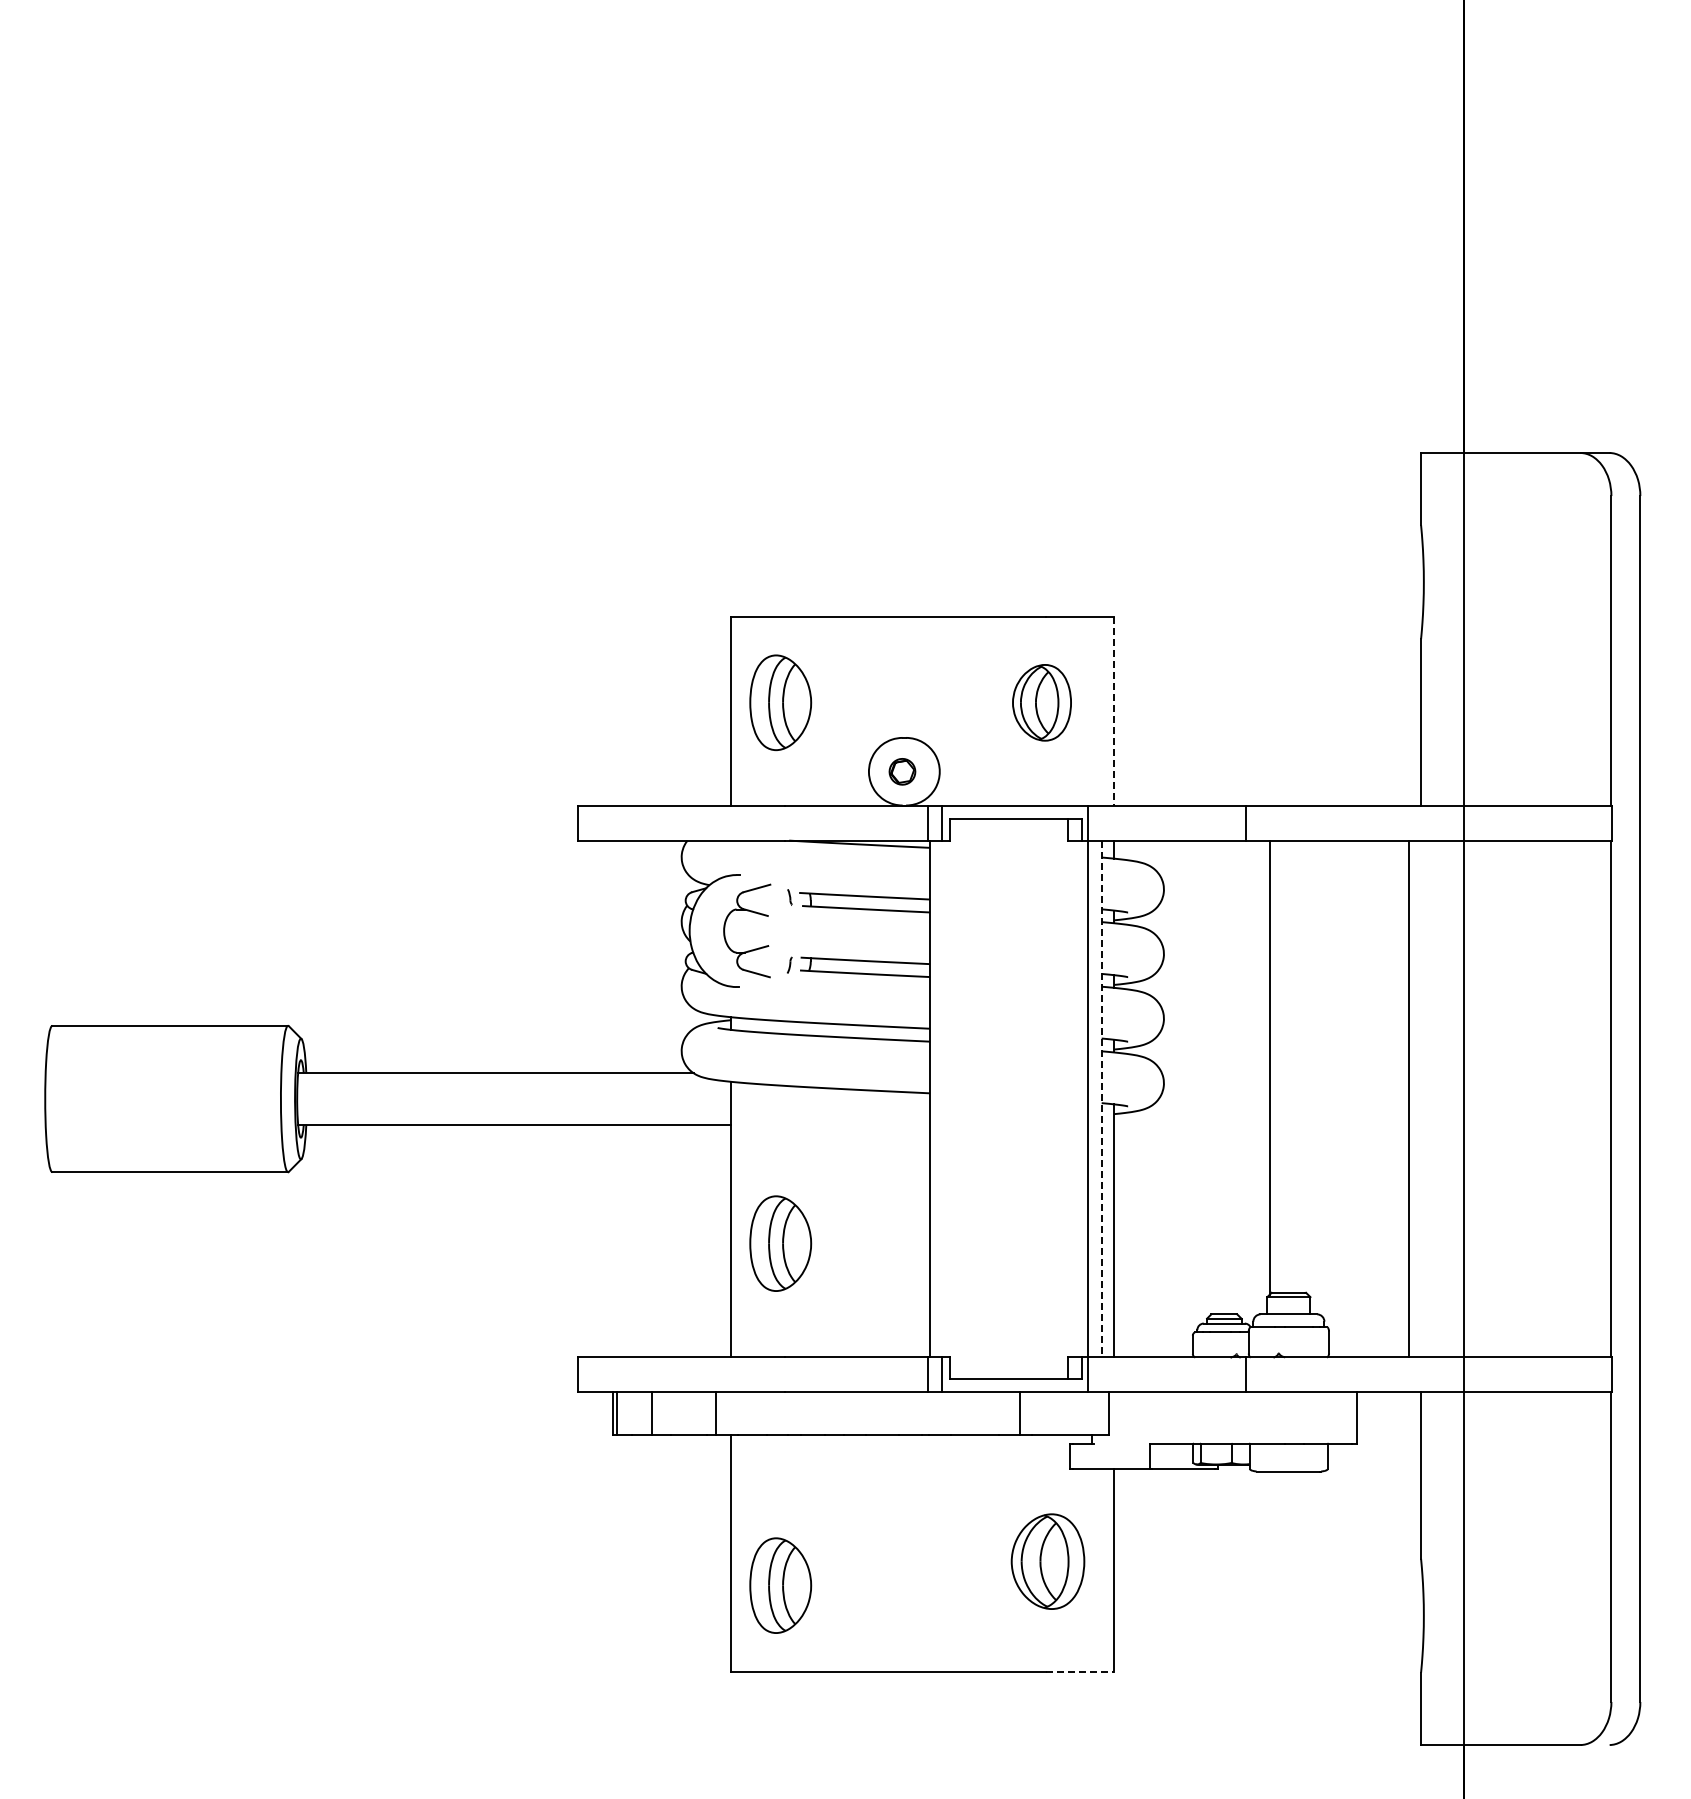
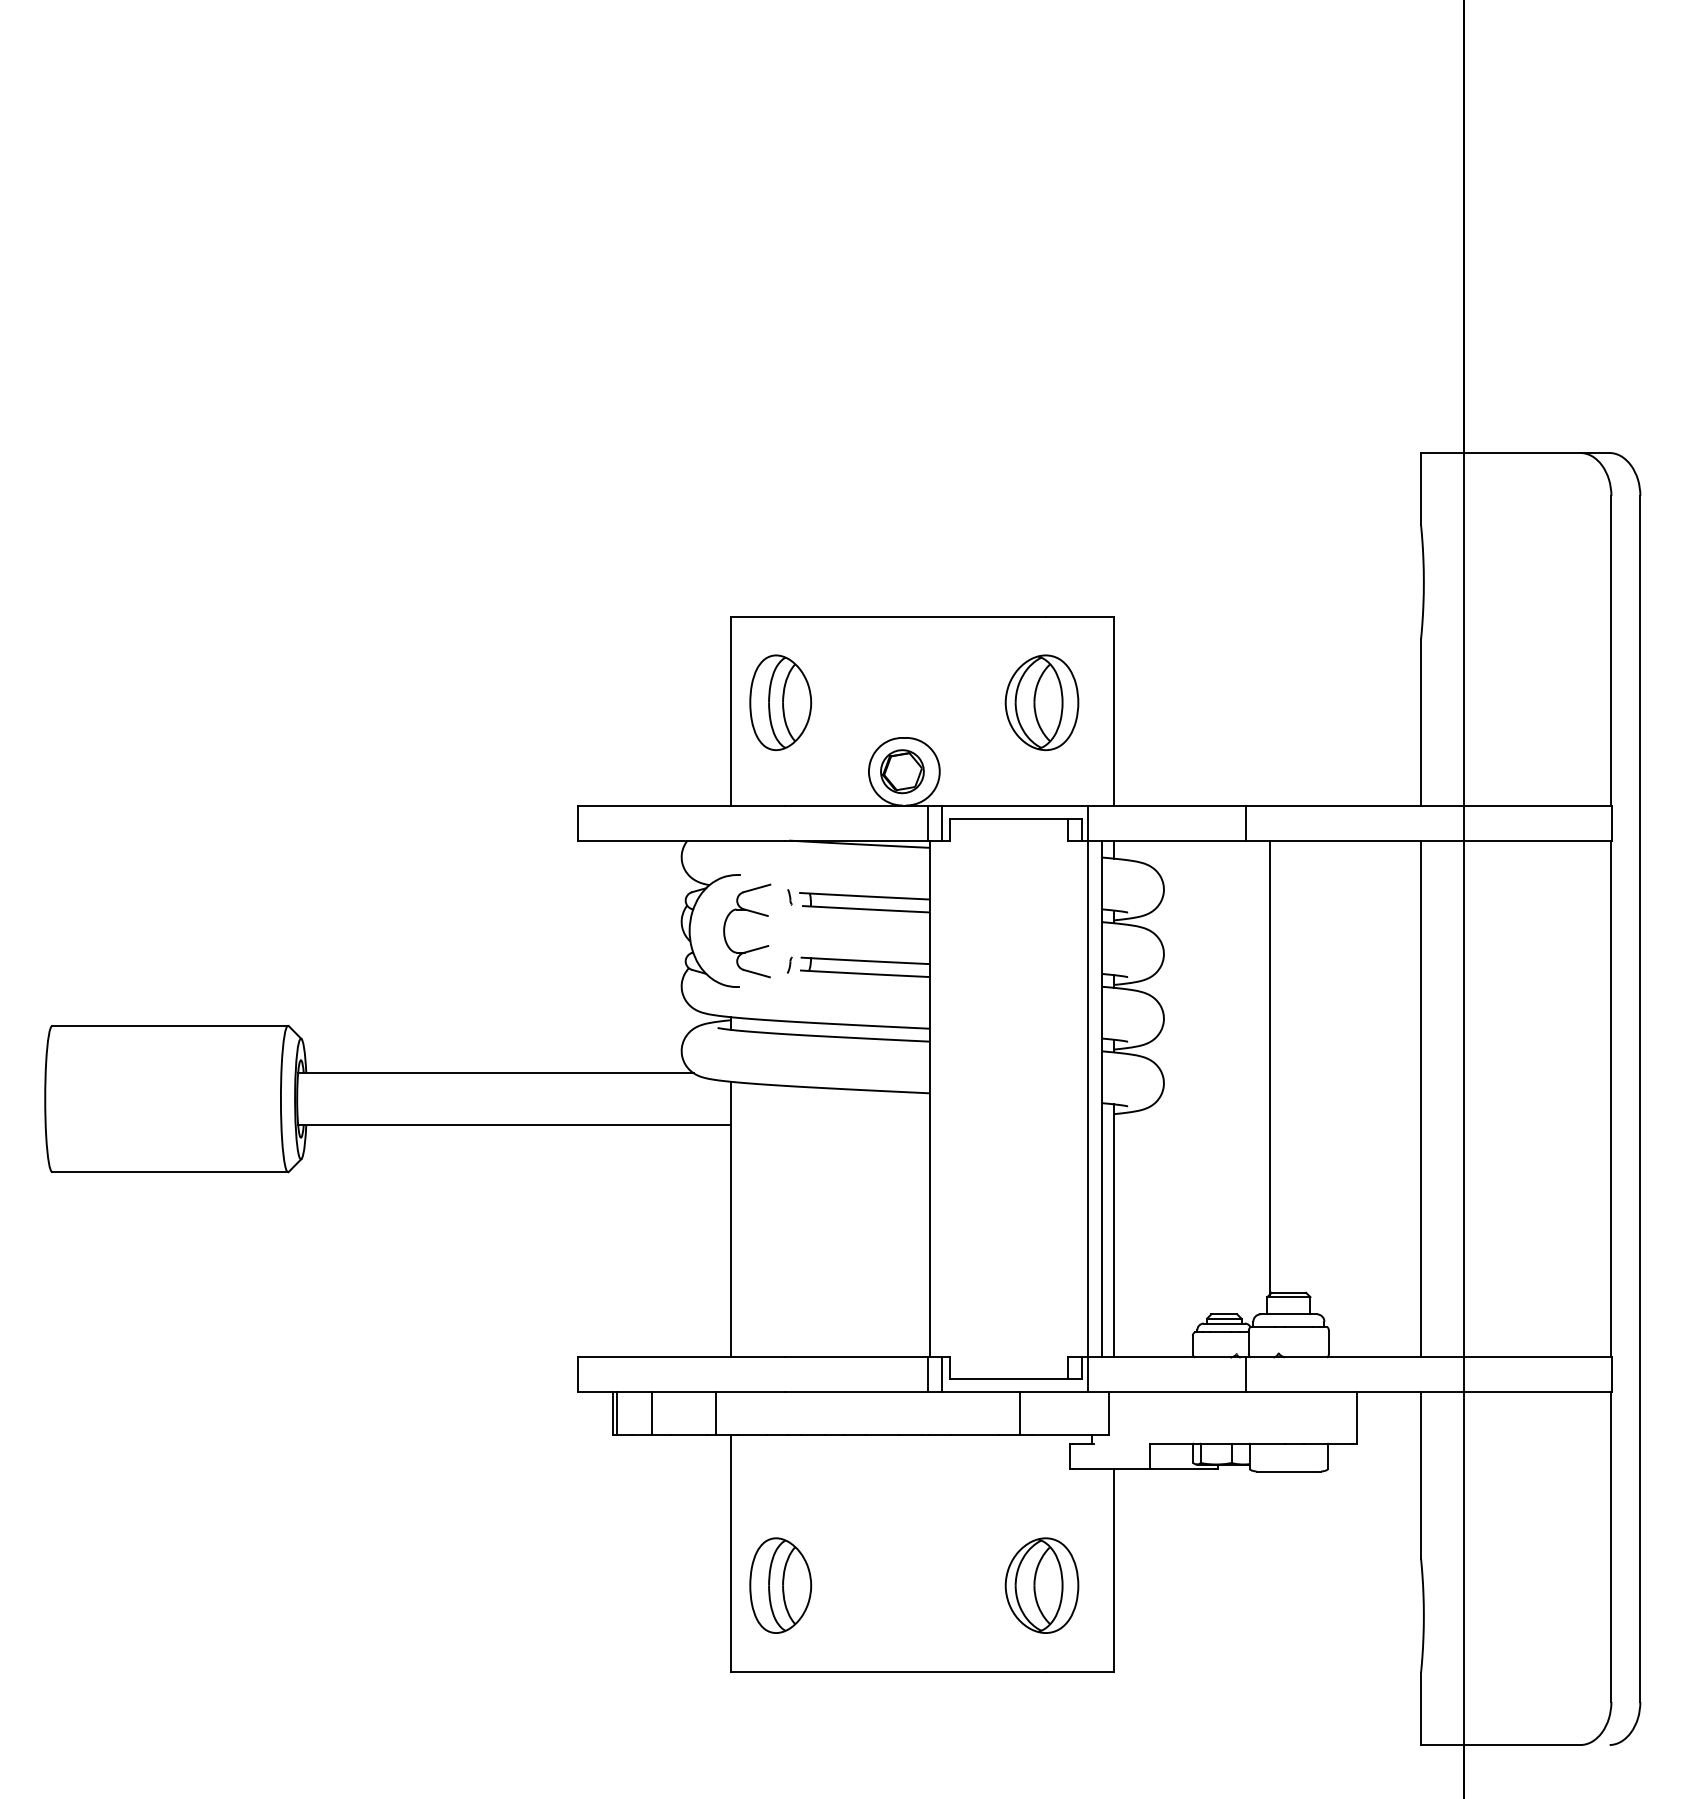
part at (1041, 702) size: 60x78 px -> 76x98 px
line at (1114, 711): dashed -> solid
part at (902, 771) size: 29x28 px -> 45x46 px
line at (1409, 1098) position: (1409, 1098) -> (1421, 1098)
line at (1101, 1099): dashed -> solid
part at (780, 1243): present -> none
part at (1047, 1561) position: (1047, 1561) -> (1041, 1585)
line at (1080, 1671): dashed -> solid
